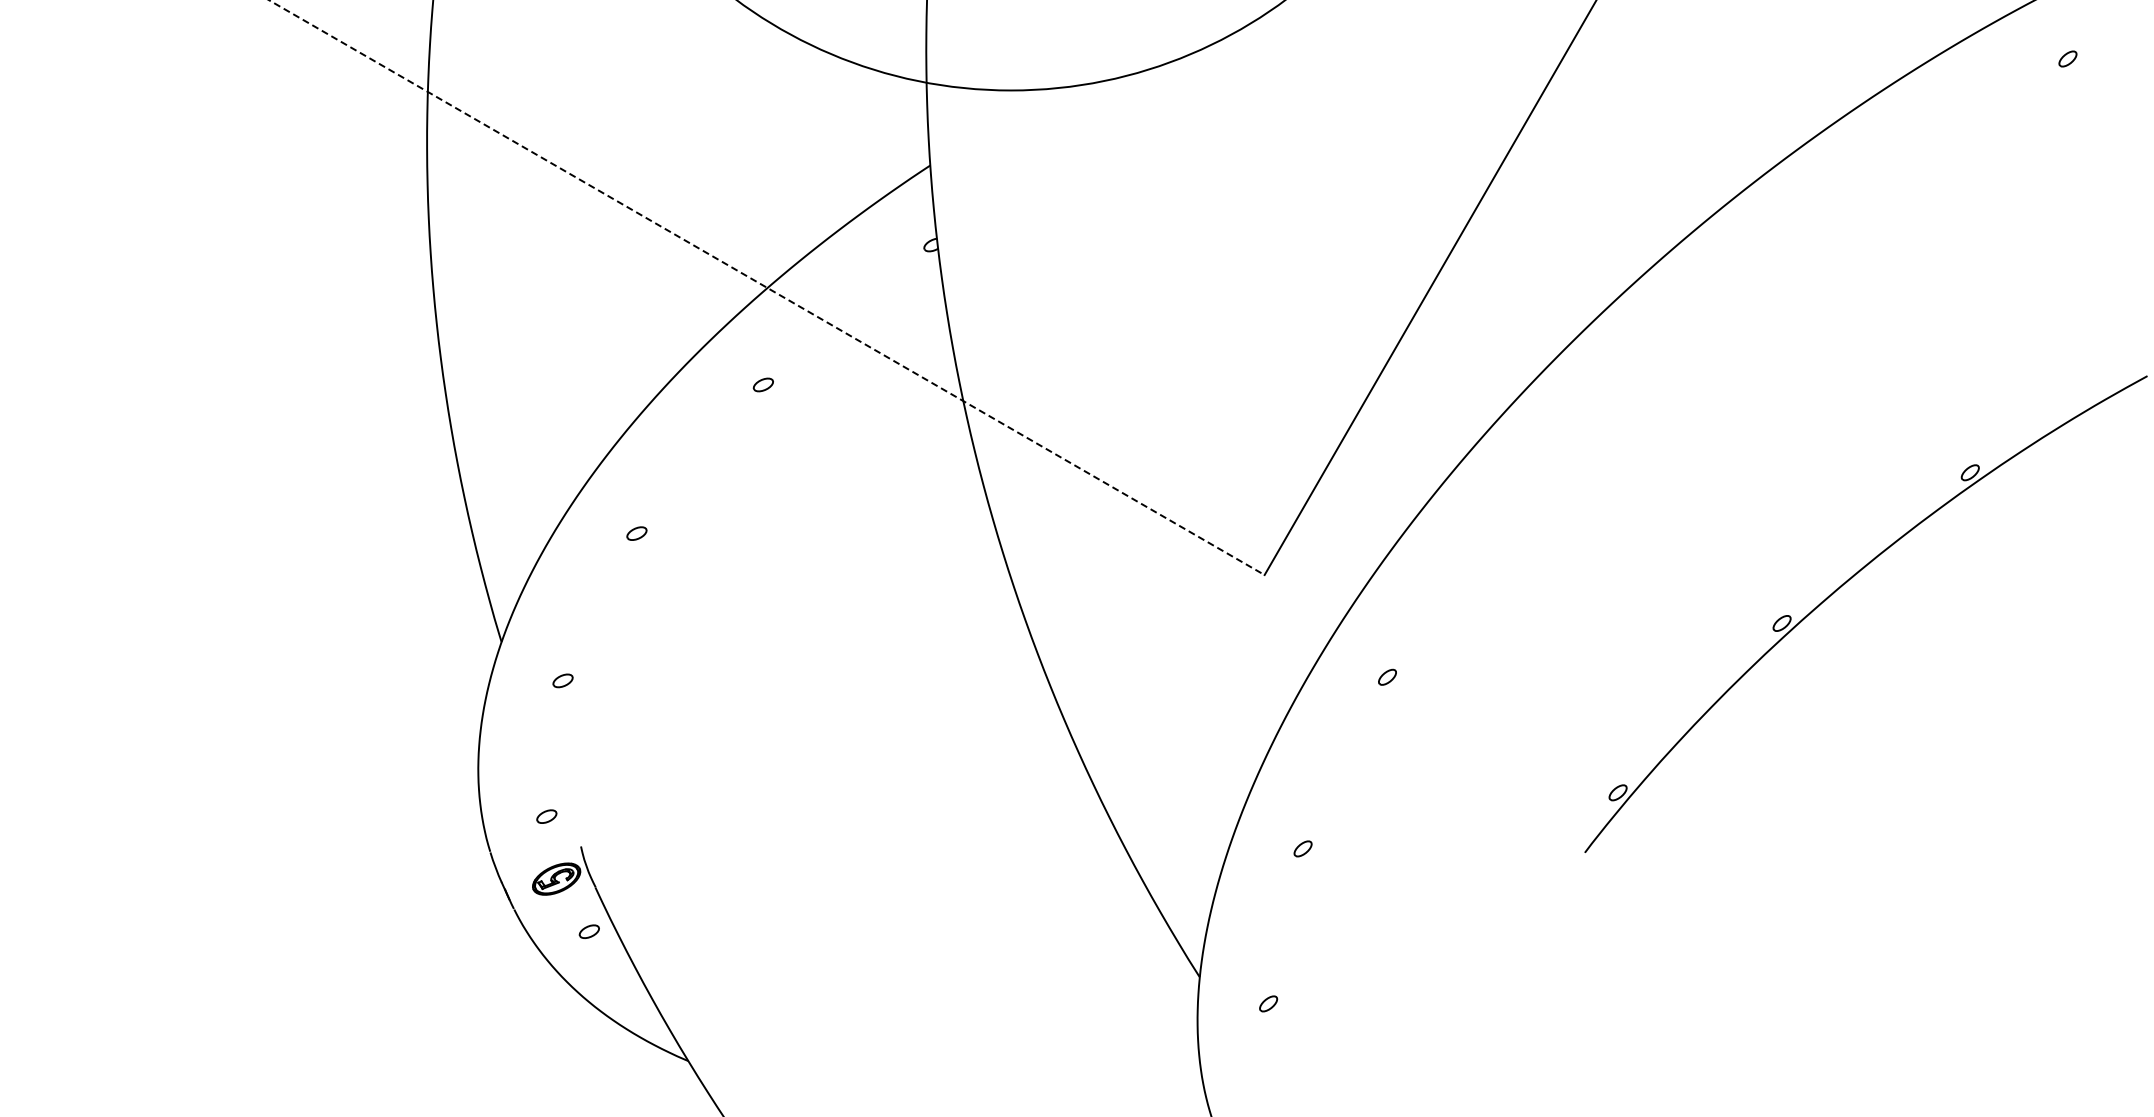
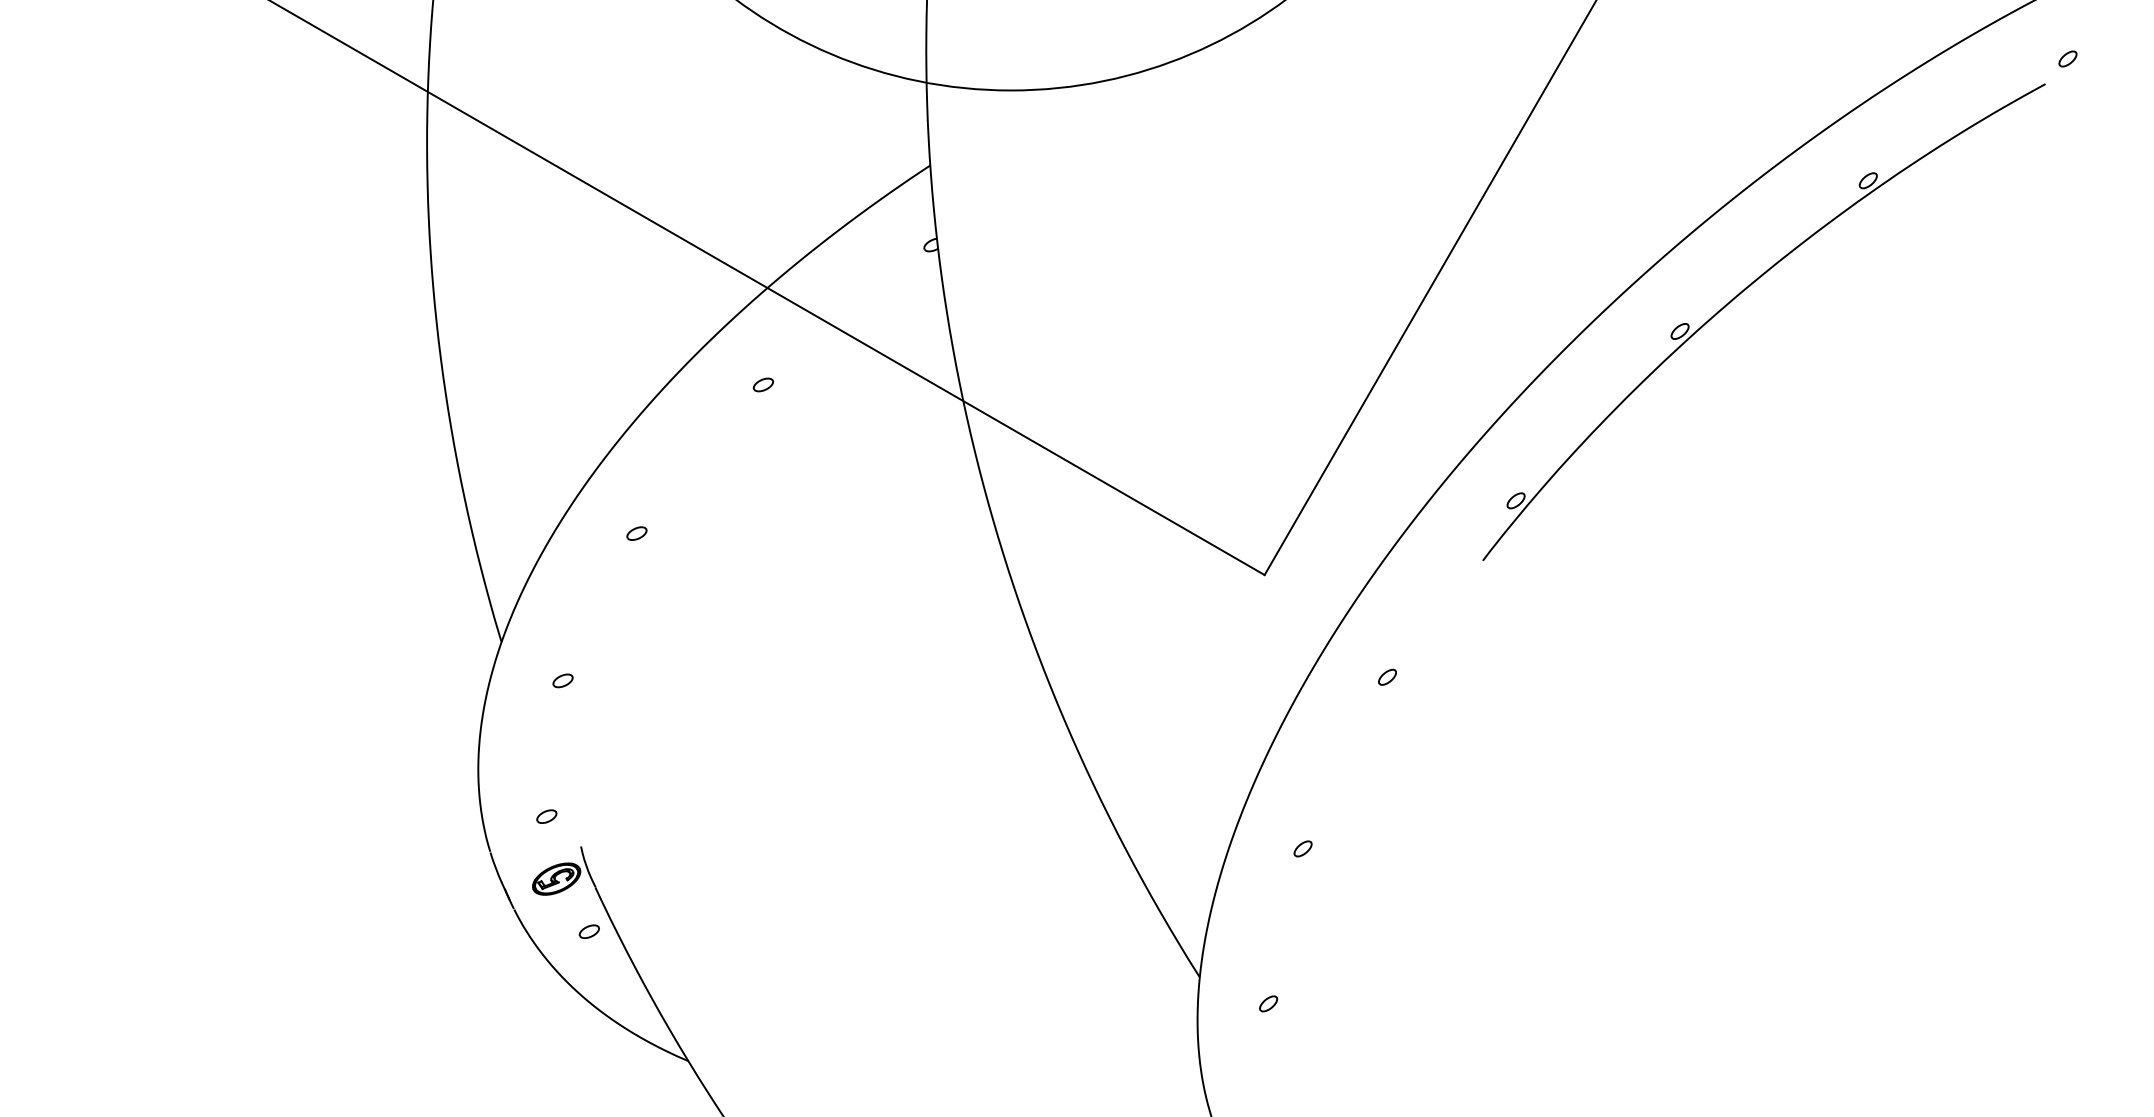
line at (766, 287): dashed -> solid
part at (1840, 588) position: (1840, 588) -> (1738, 296)
